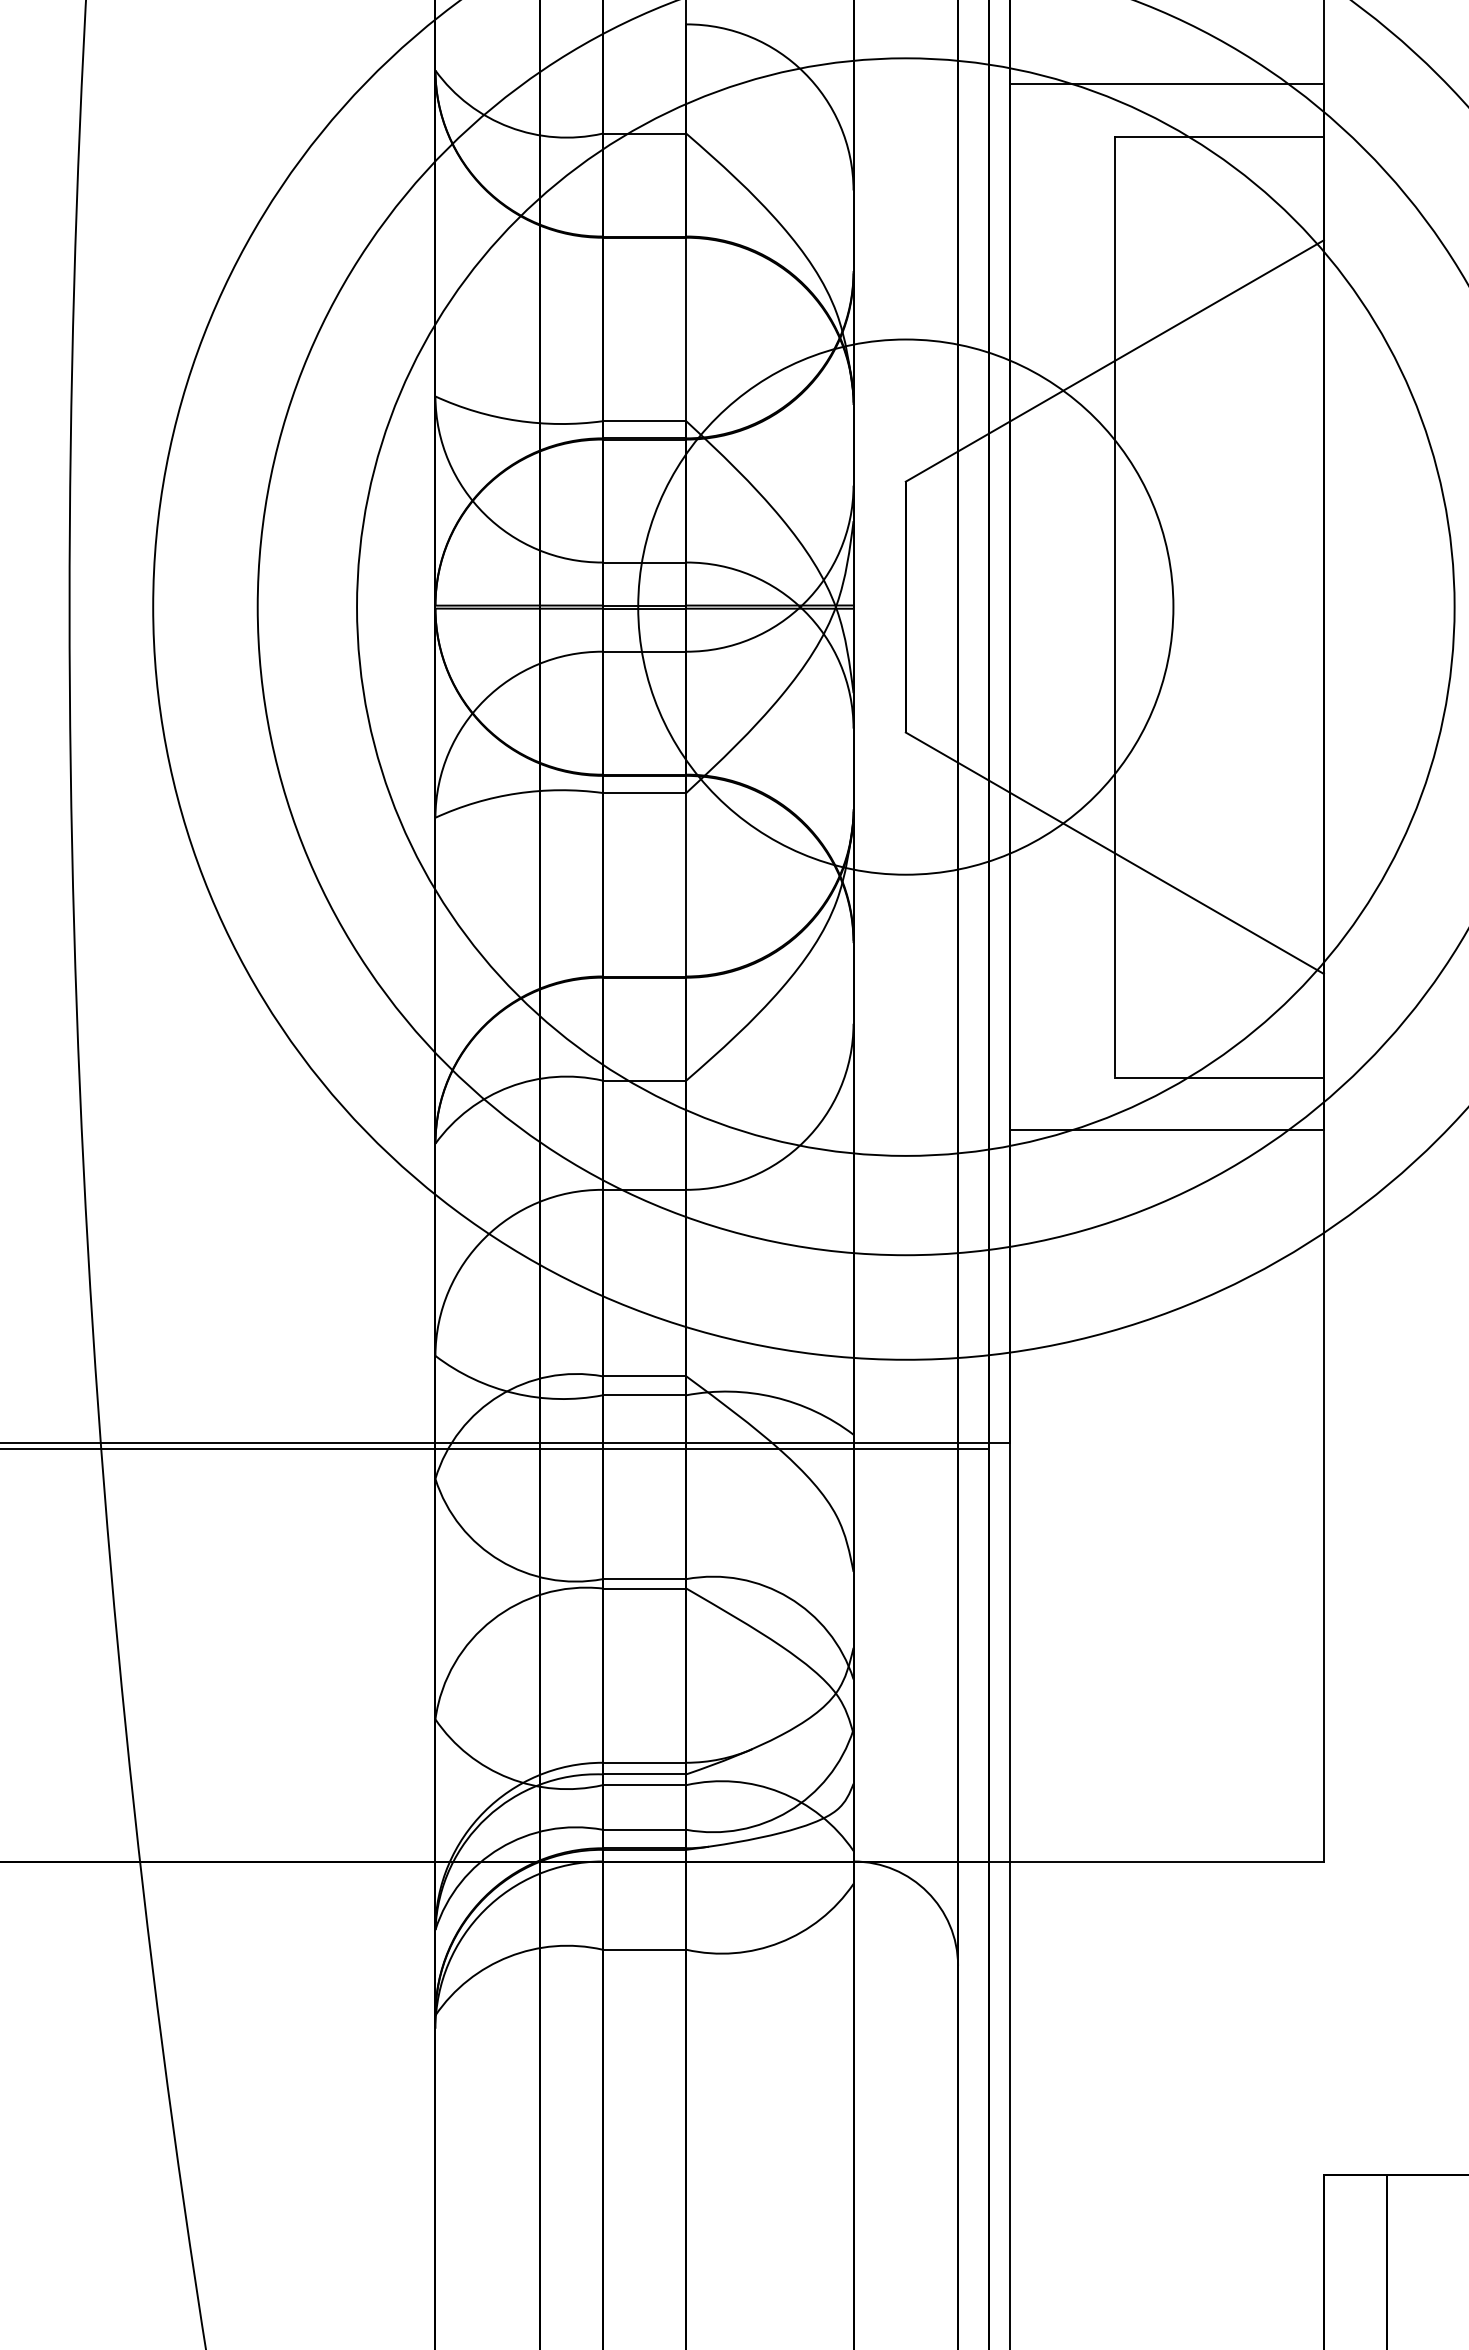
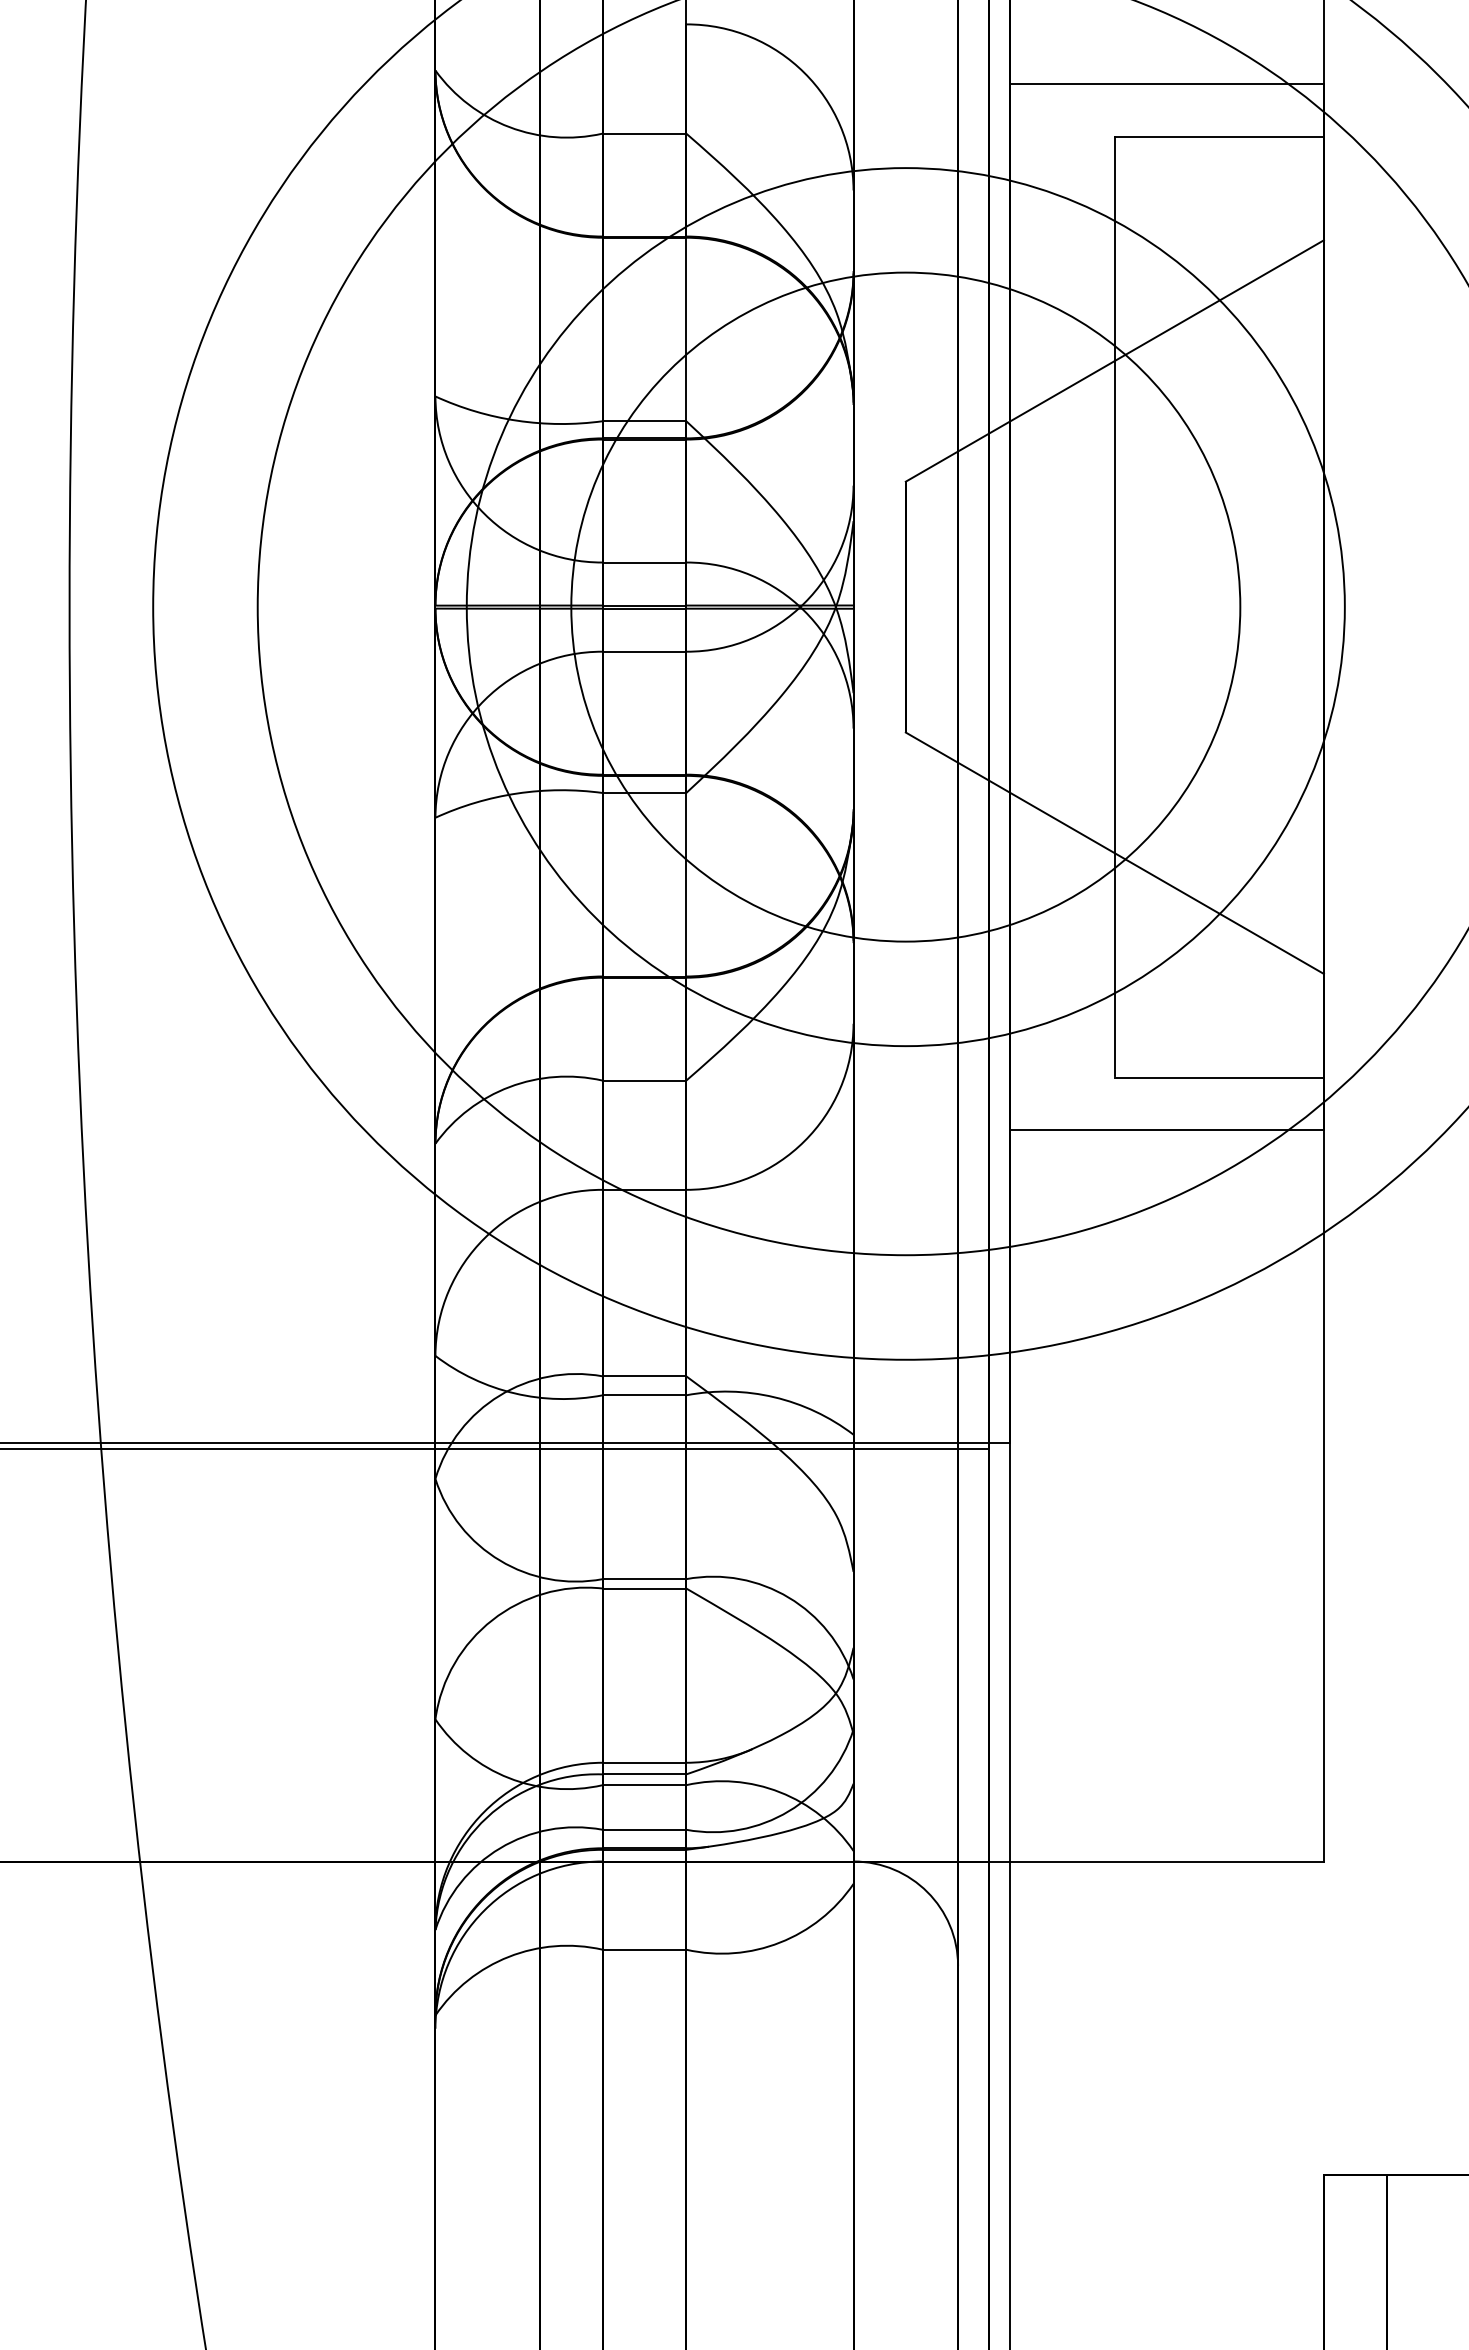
circle at (905, 606) diameter: 1098 px -> 878 px
circle at (905, 606) diameter: 535 px -> 669 px
